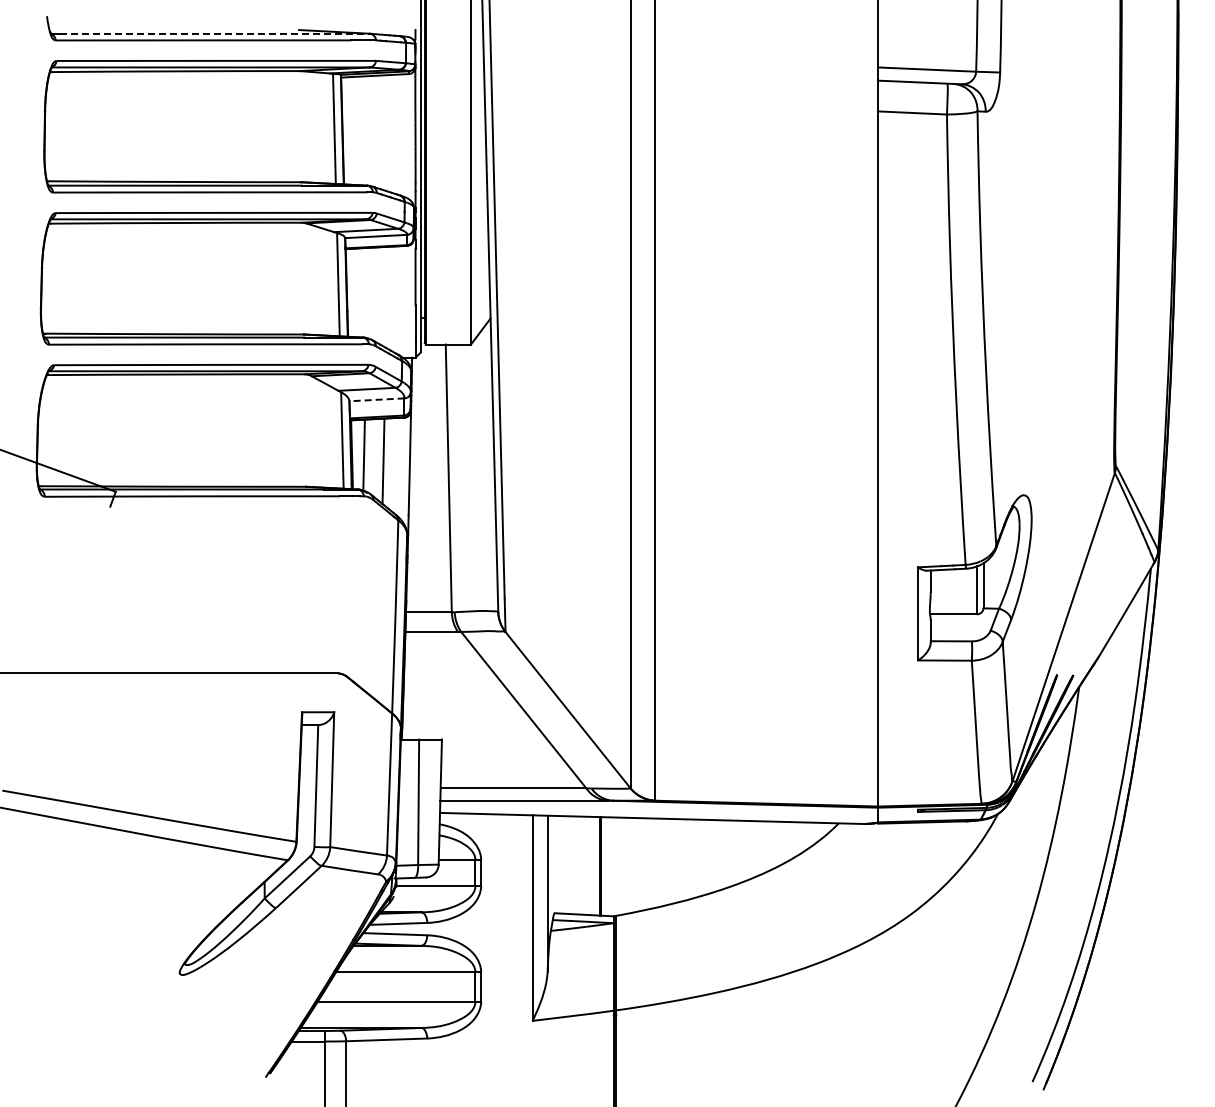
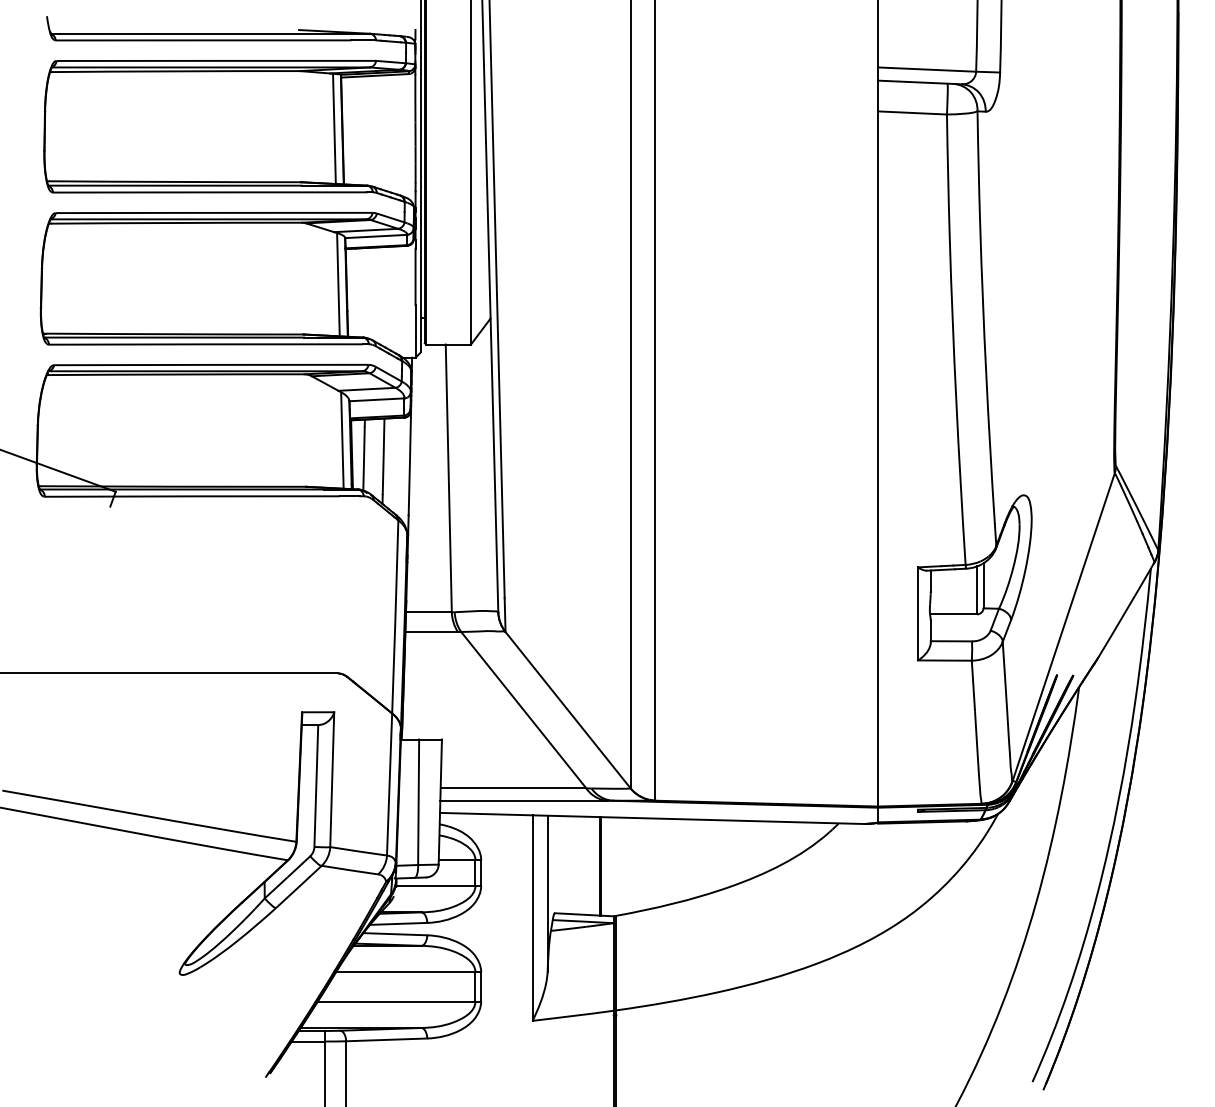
line at (215, 33): dashed -> solid
line at (377, 399): dashed -> solid
